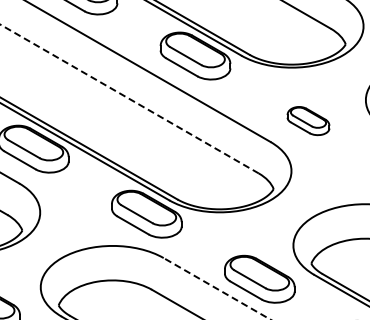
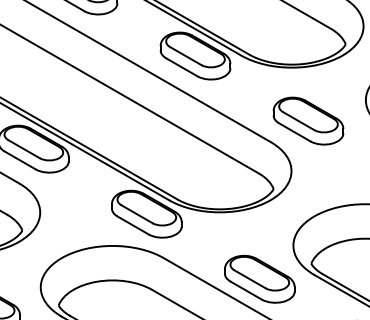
line at (129, 99): dashed -> solid
part at (308, 121) size: 45x31 px -> 73x50 px
line at (217, 289): dashed -> solid
